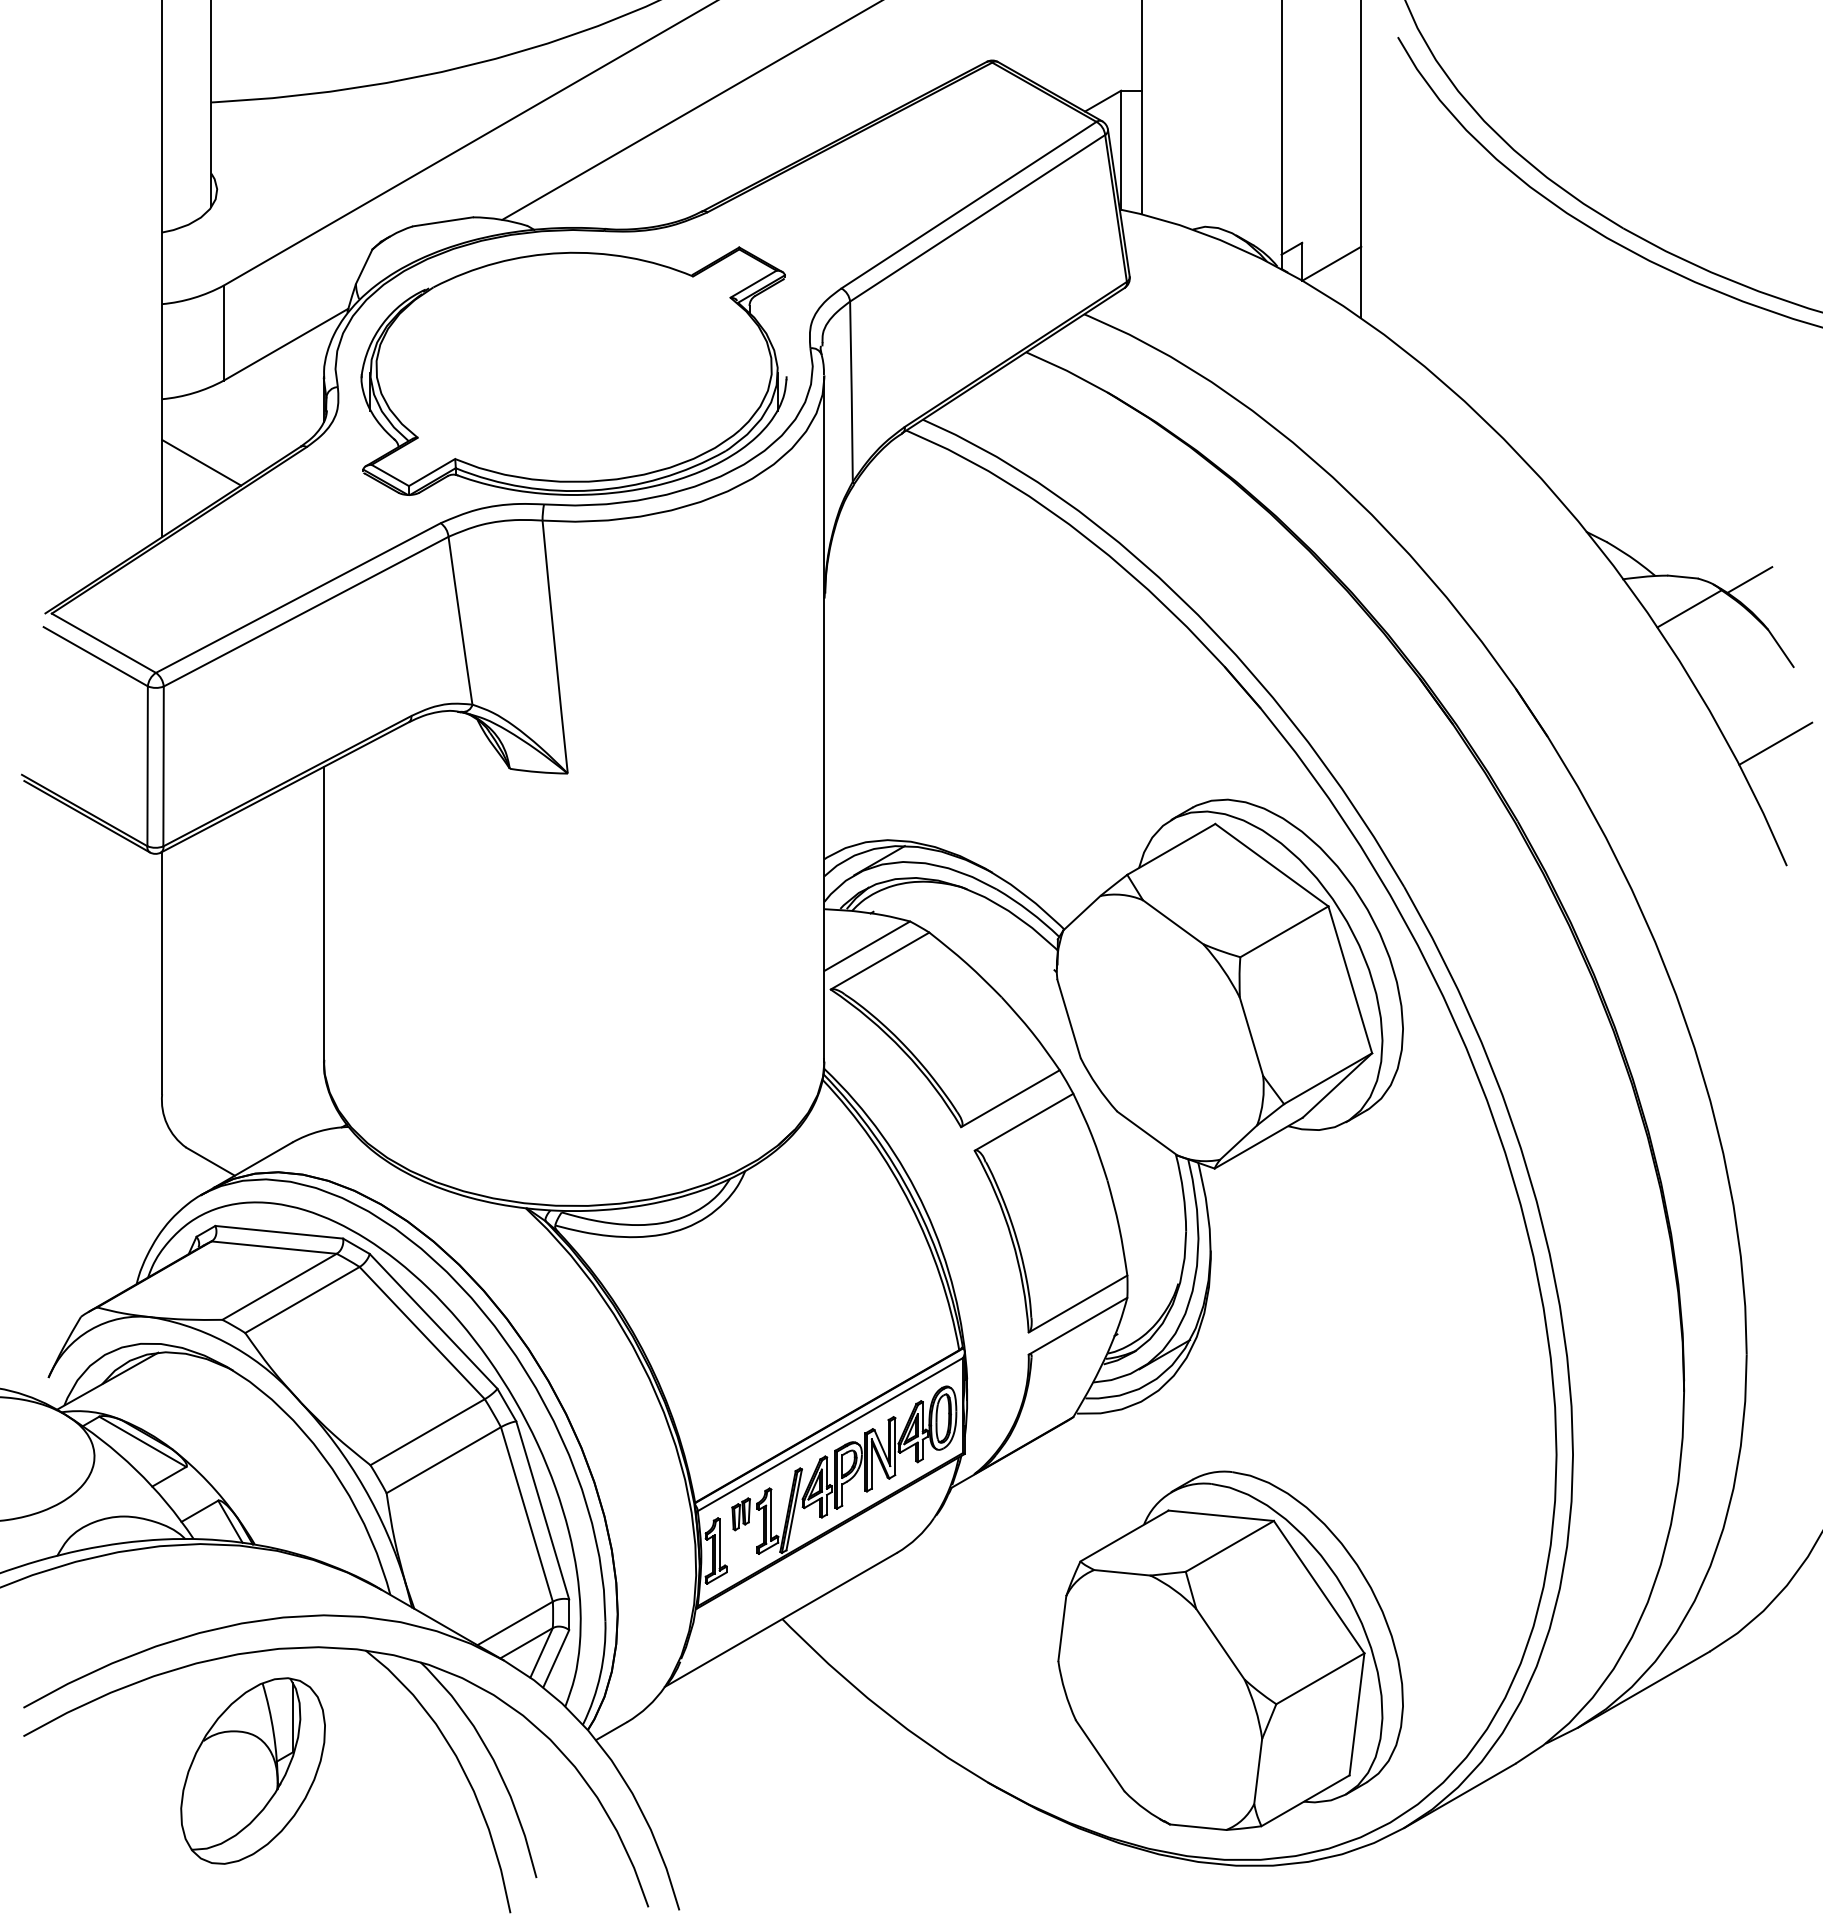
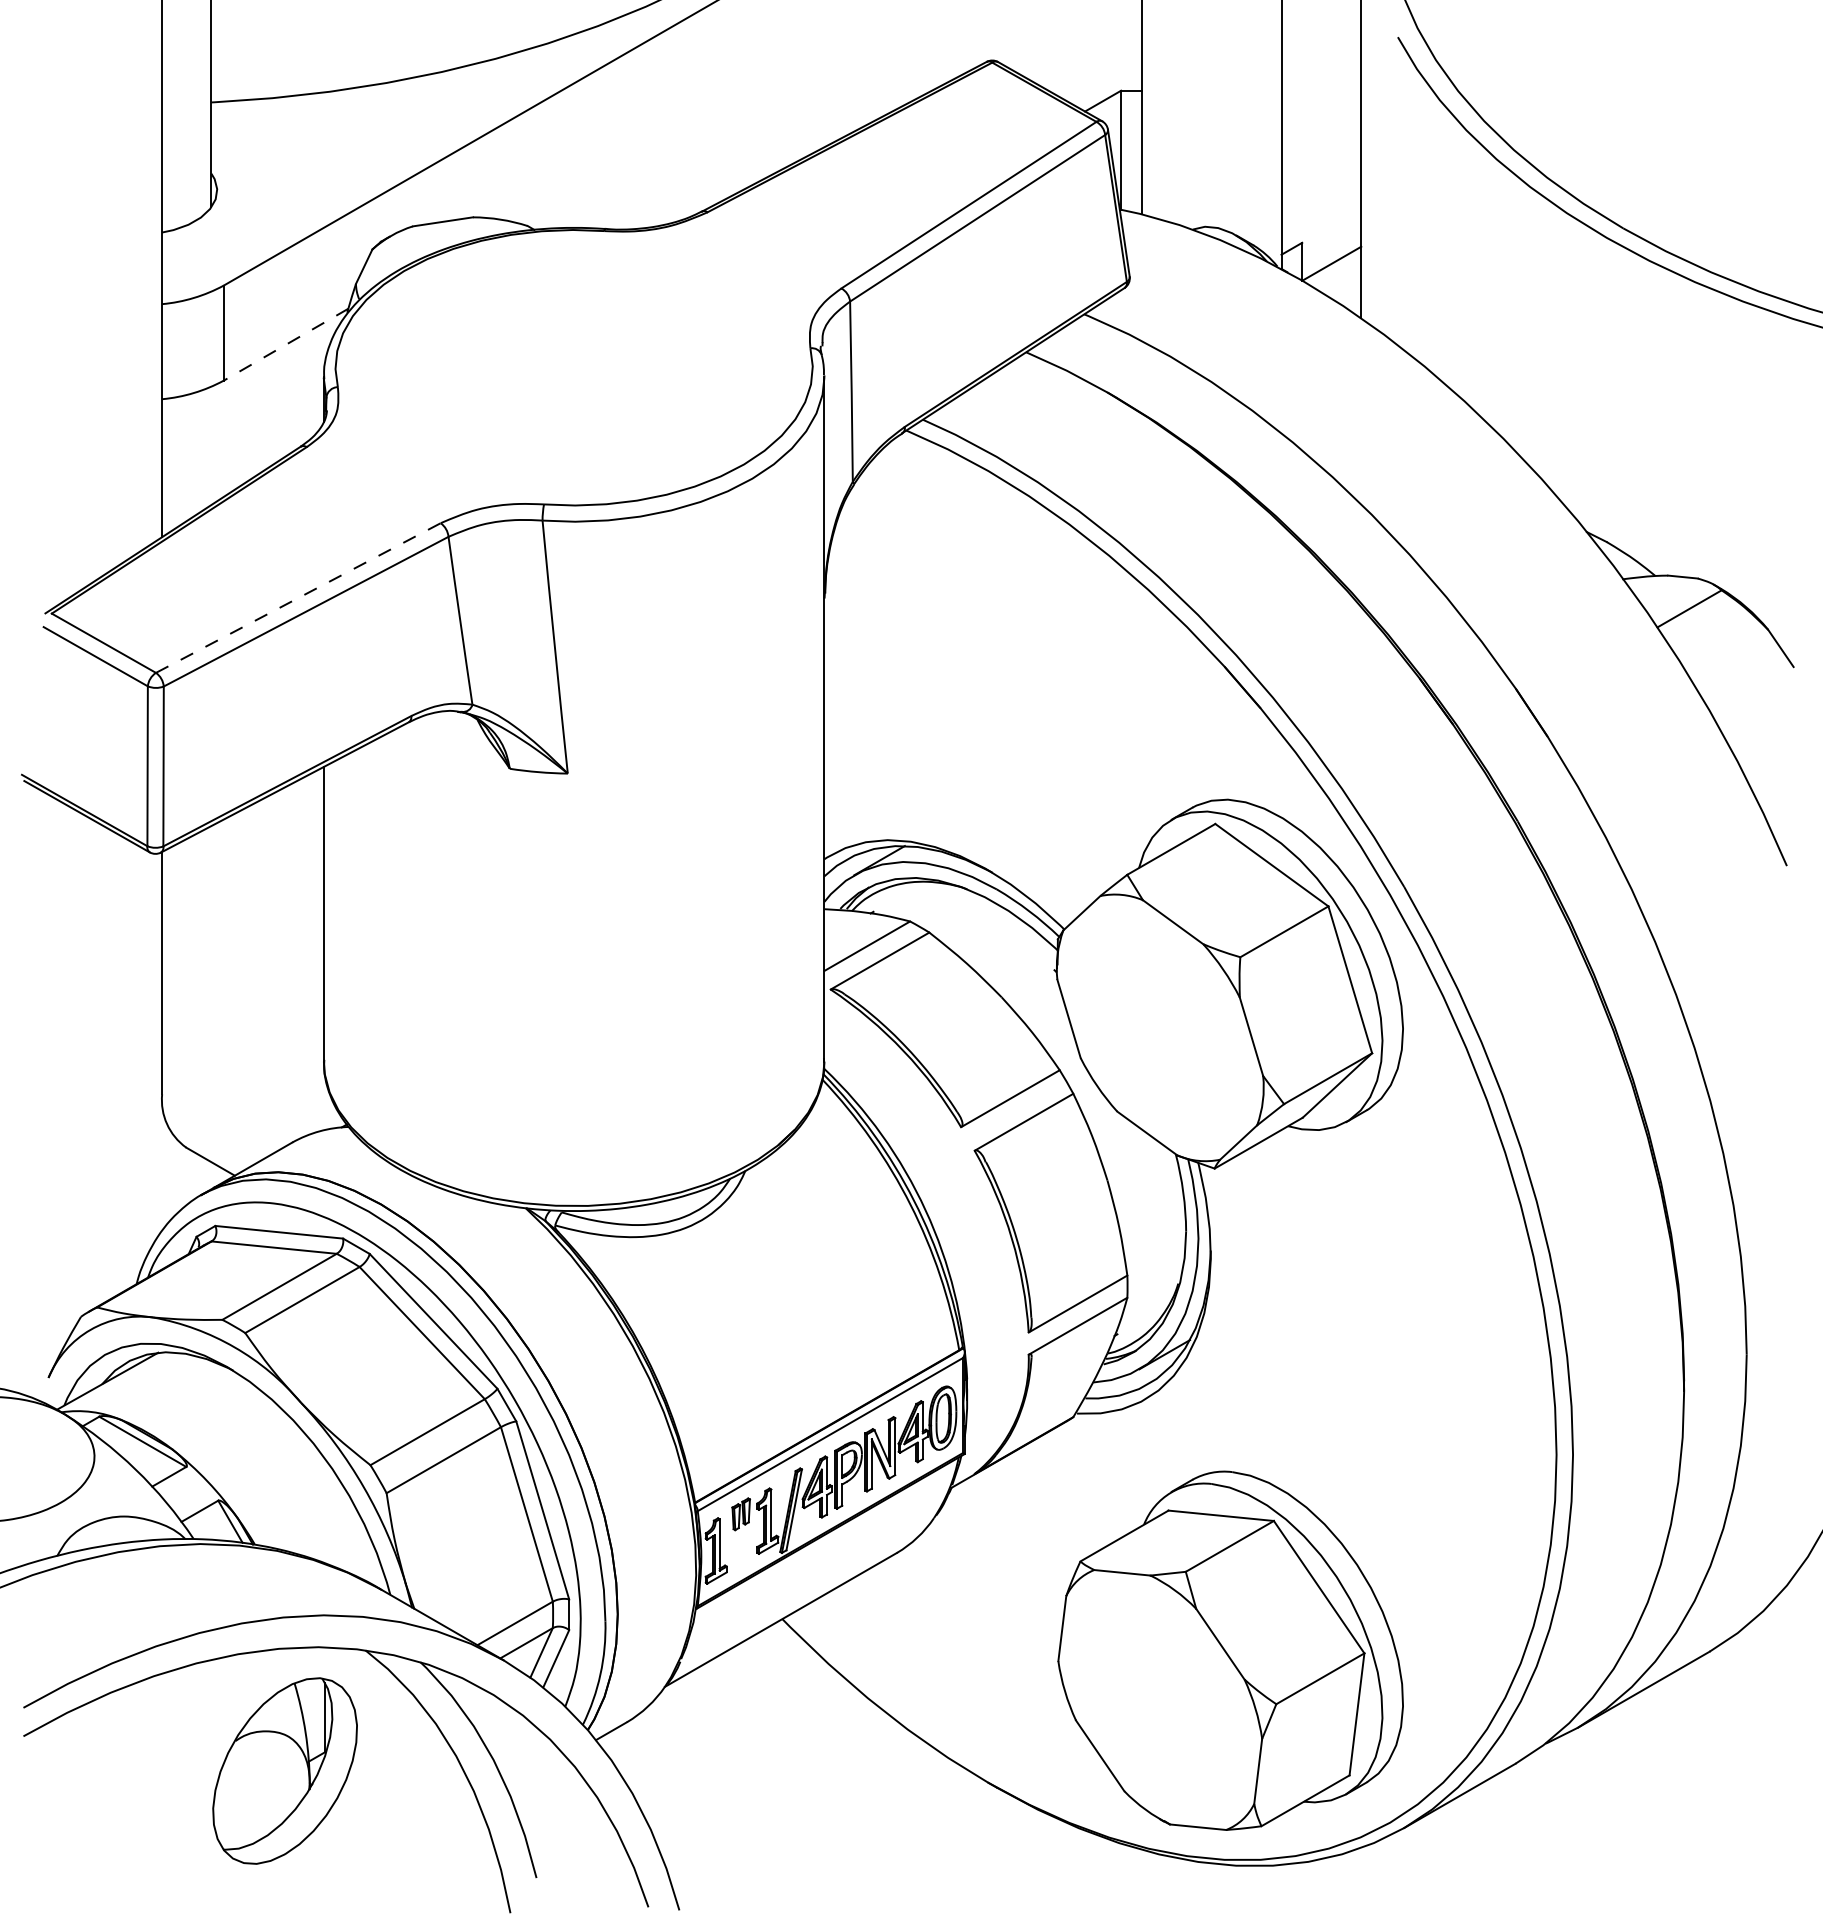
line at (690, 110): present -> none
line at (286, 344): solid -> dashed
part at (573, 370): present -> none
line at (201, 462): present -> none
line at (1749, 579): present -> none
line at (298, 598): solid -> dashed
line at (1775, 743): present -> none
part at (252, 1770) position: (252, 1770) -> (284, 1770)
